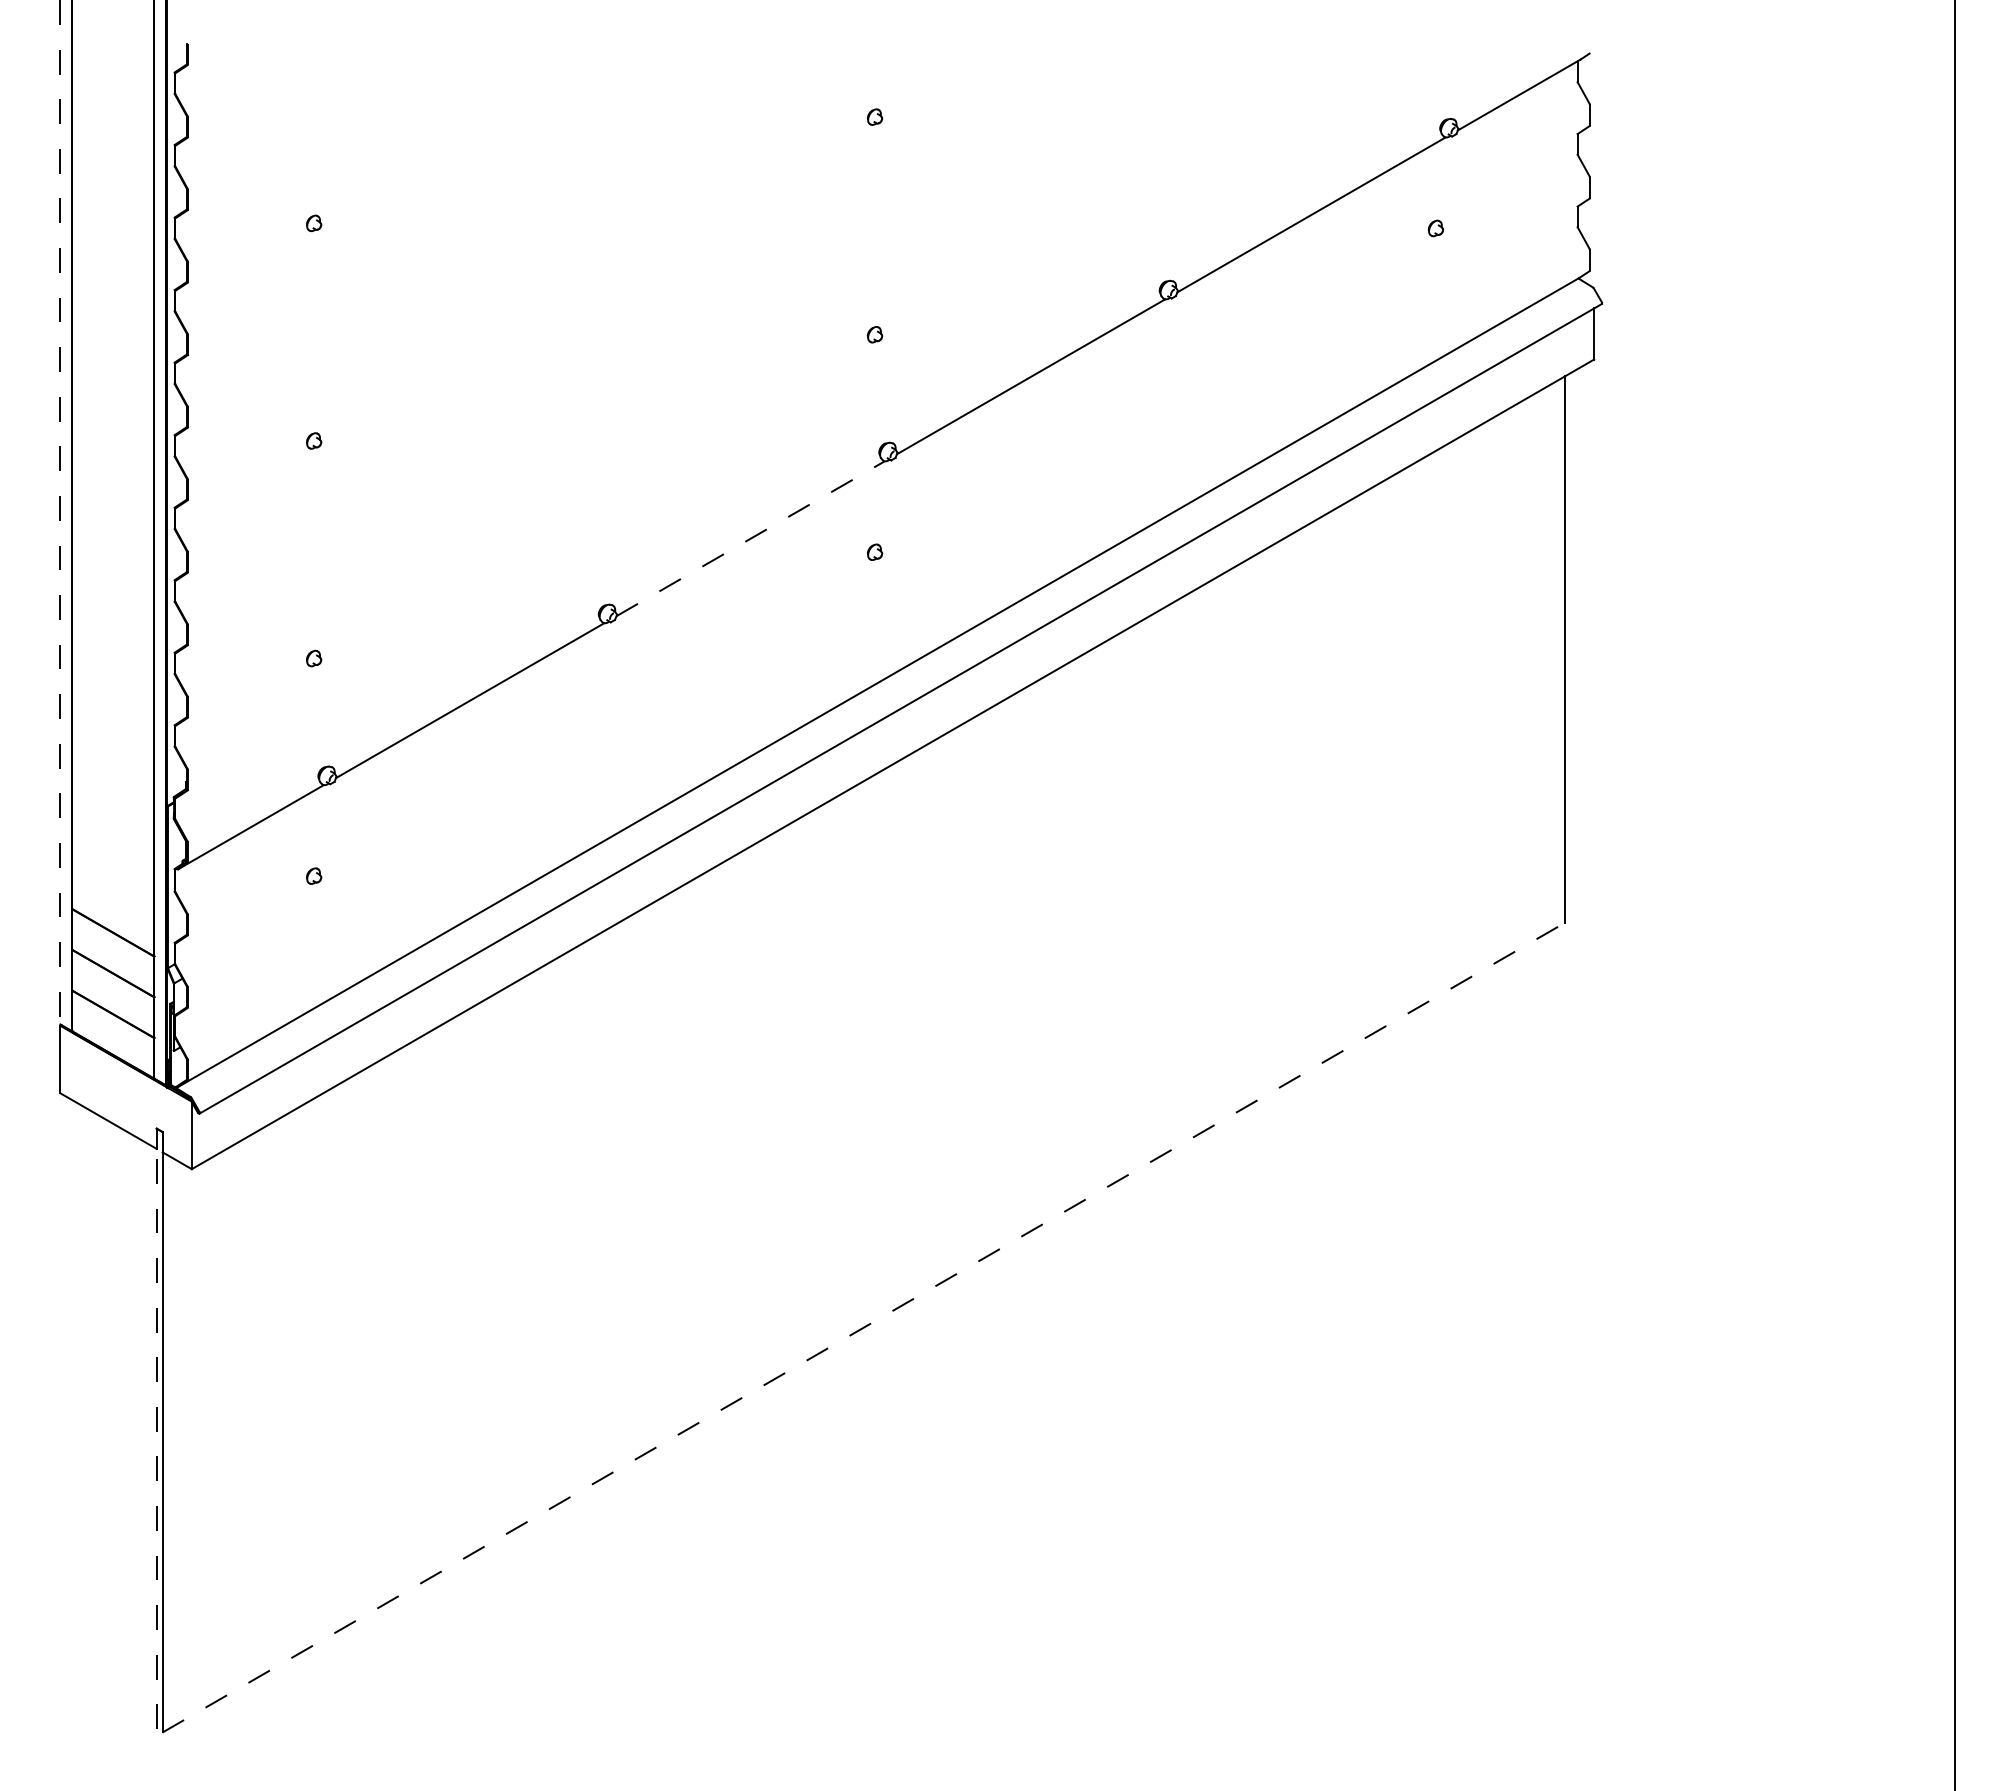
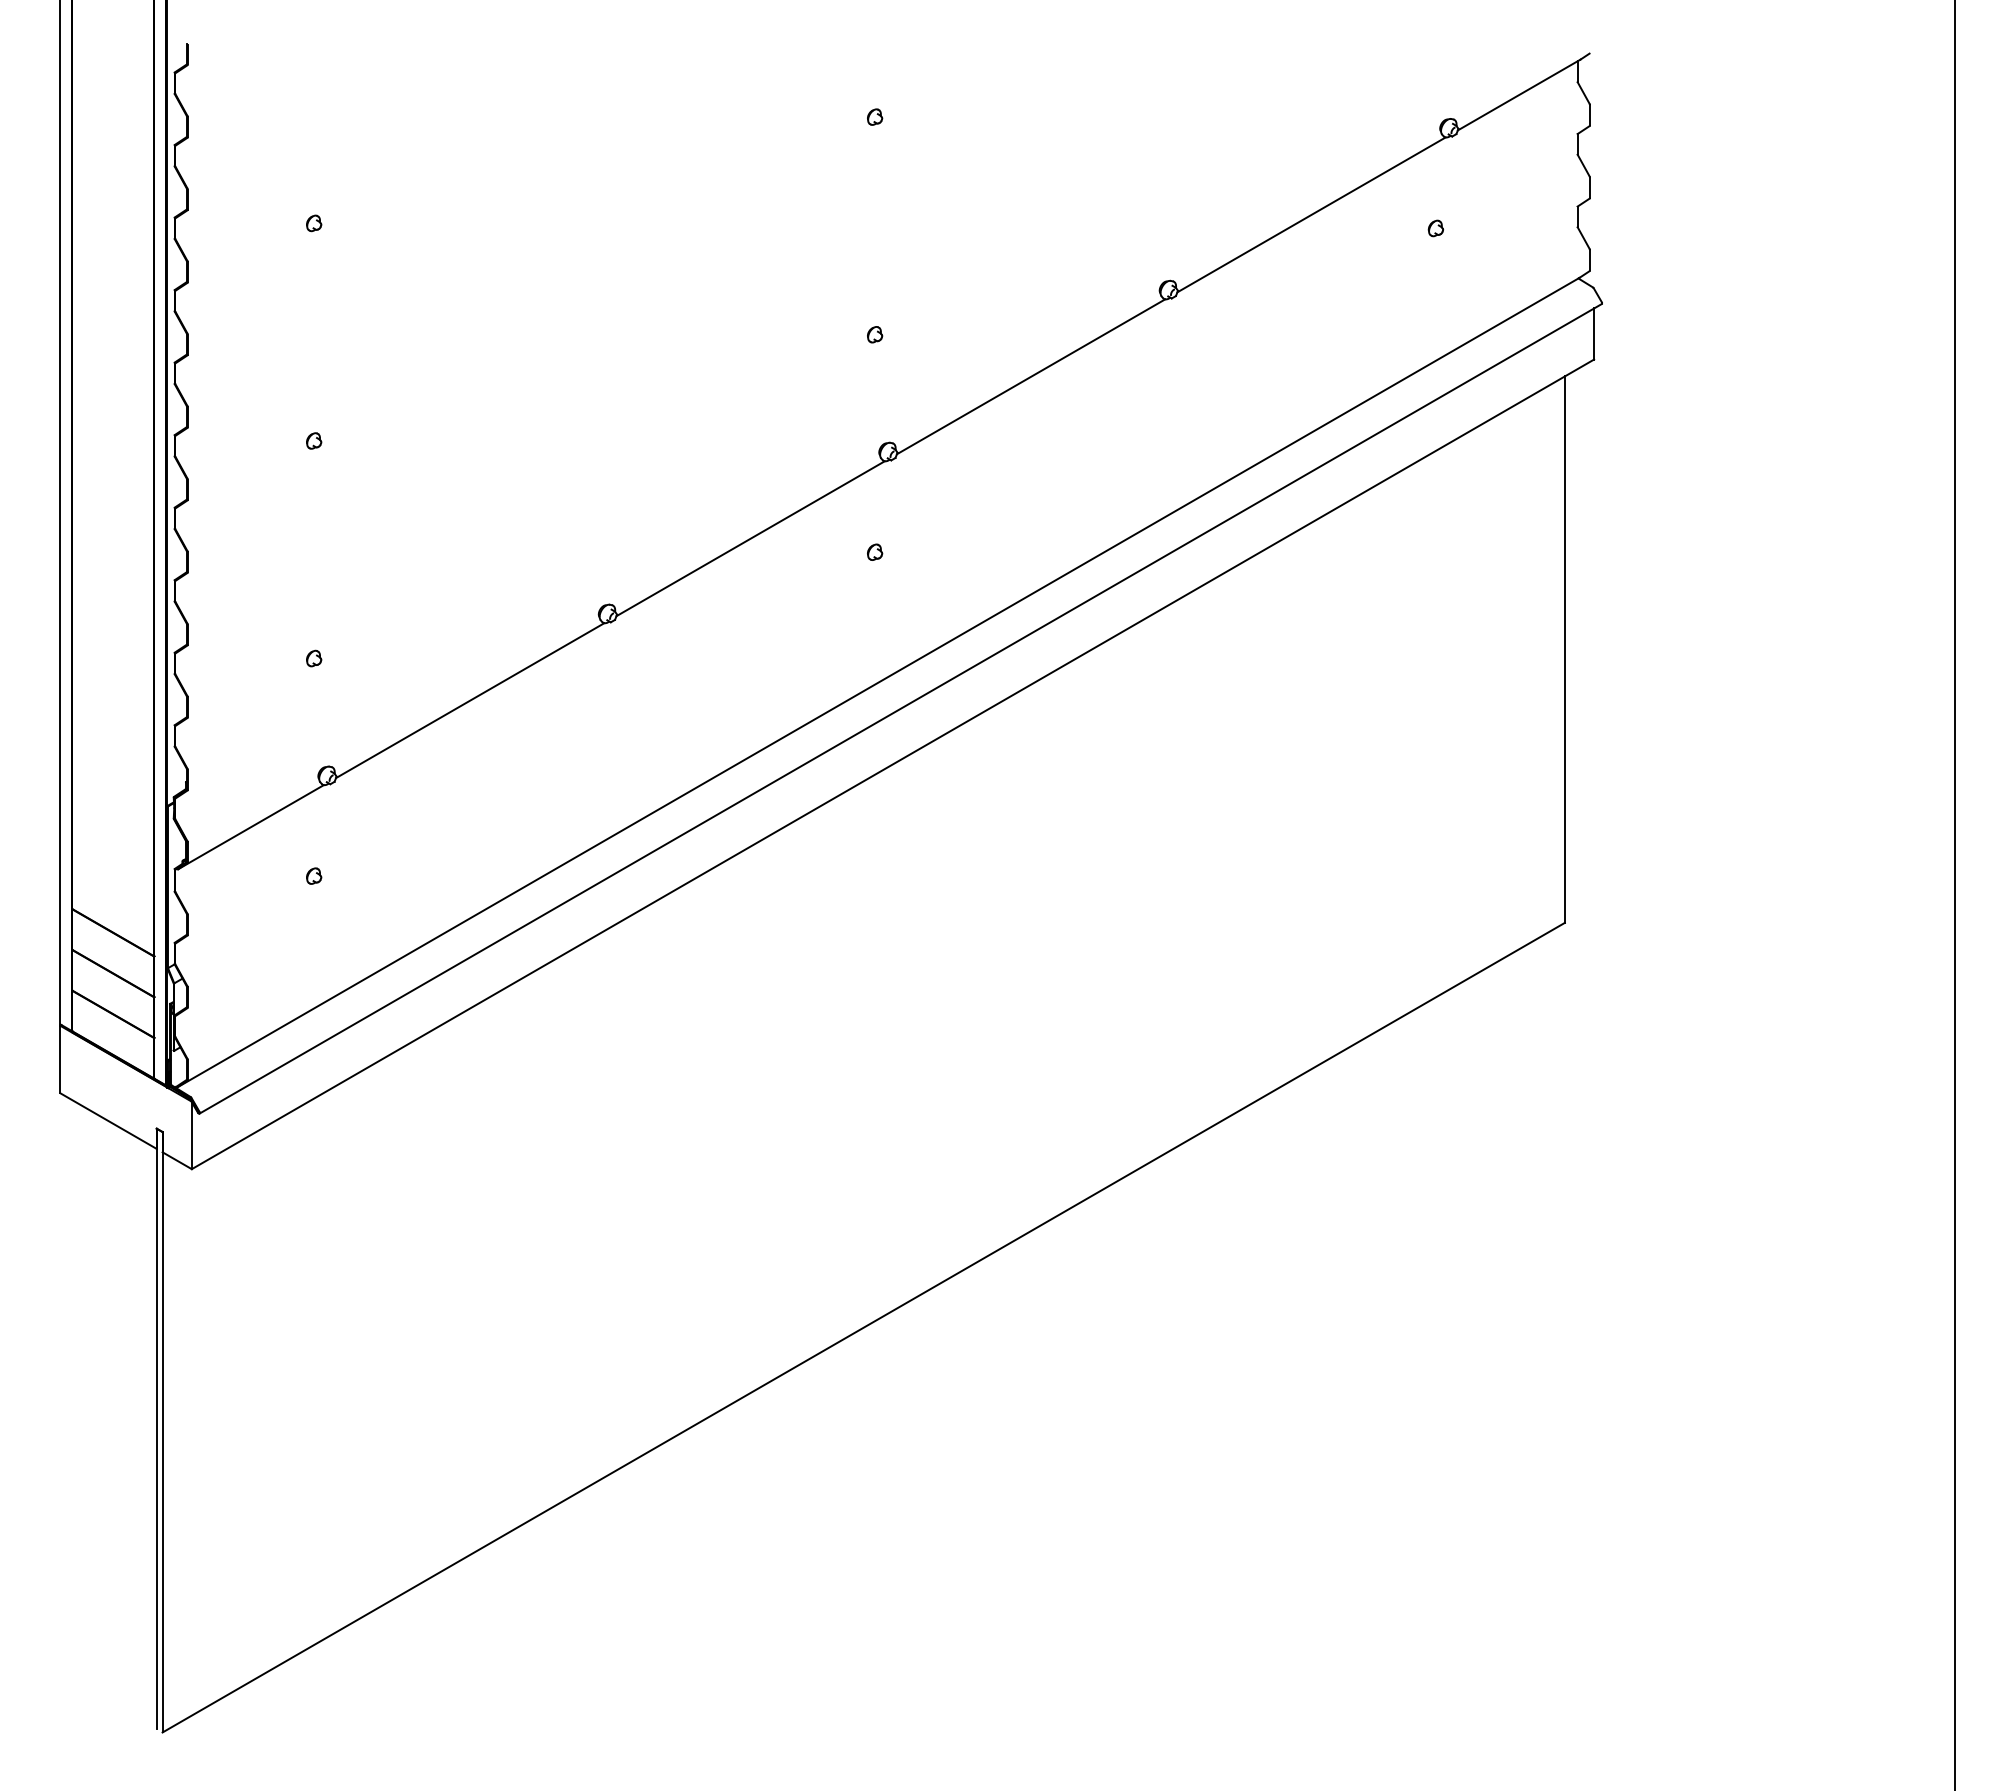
line at (60, 512): dashed -> solid
line at (750, 538): dashed -> solid
line at (863, 1327): dashed -> solid
line at (156, 1428): dashed -> solid
